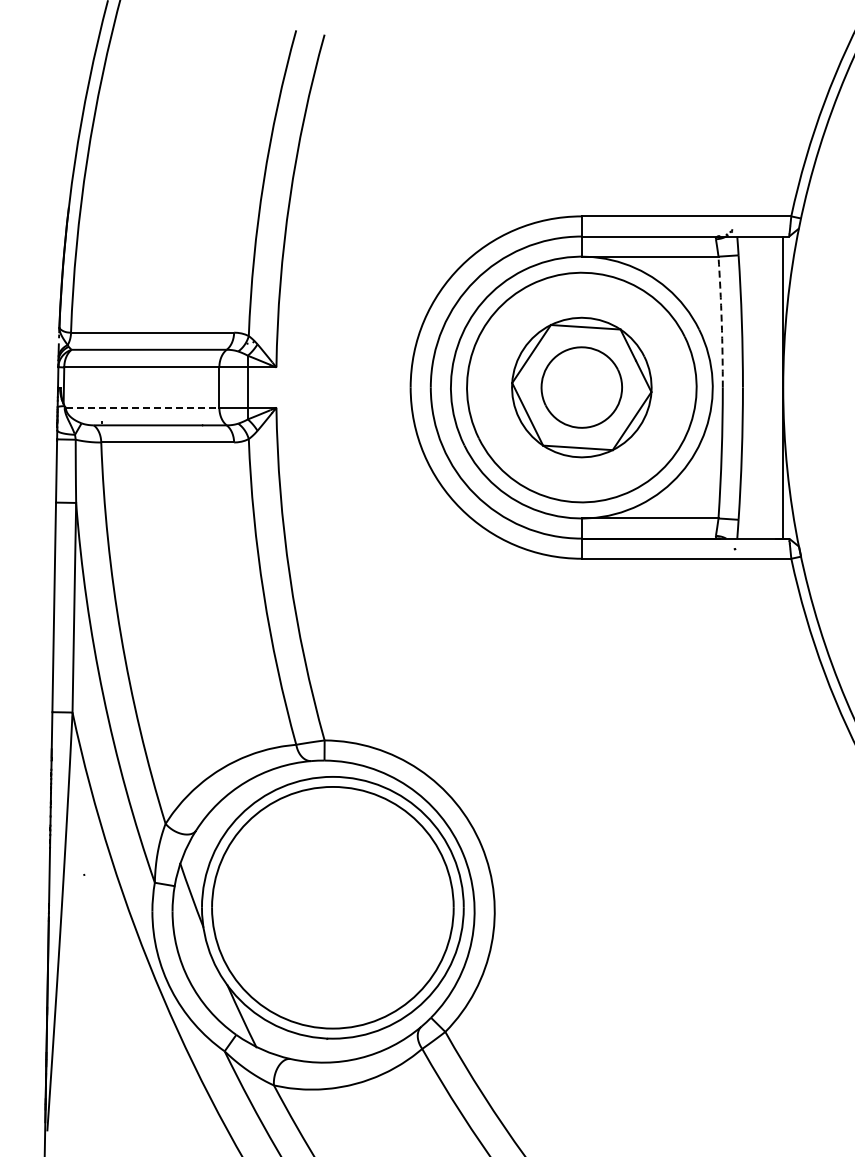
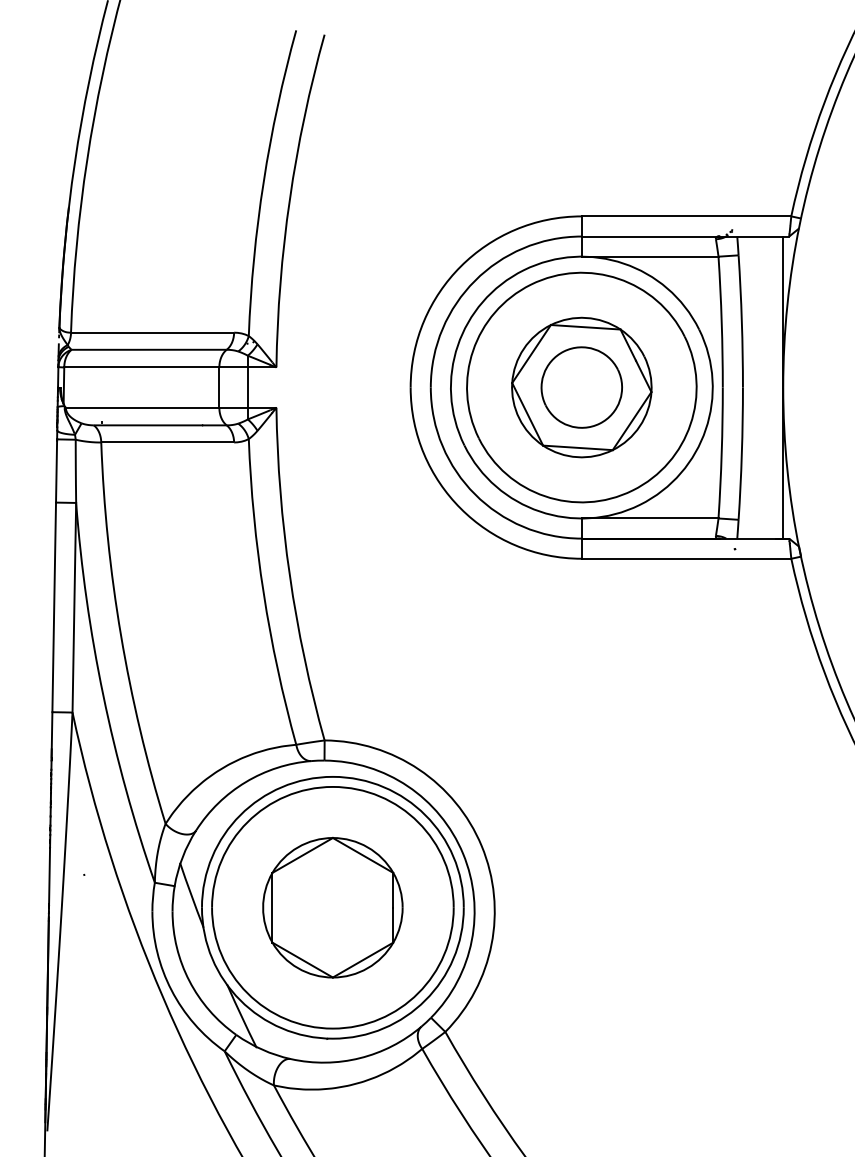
arc at (721, 322): dashed -> solid
line at (142, 407): dashed -> solid
part at (332, 907): none -> present
